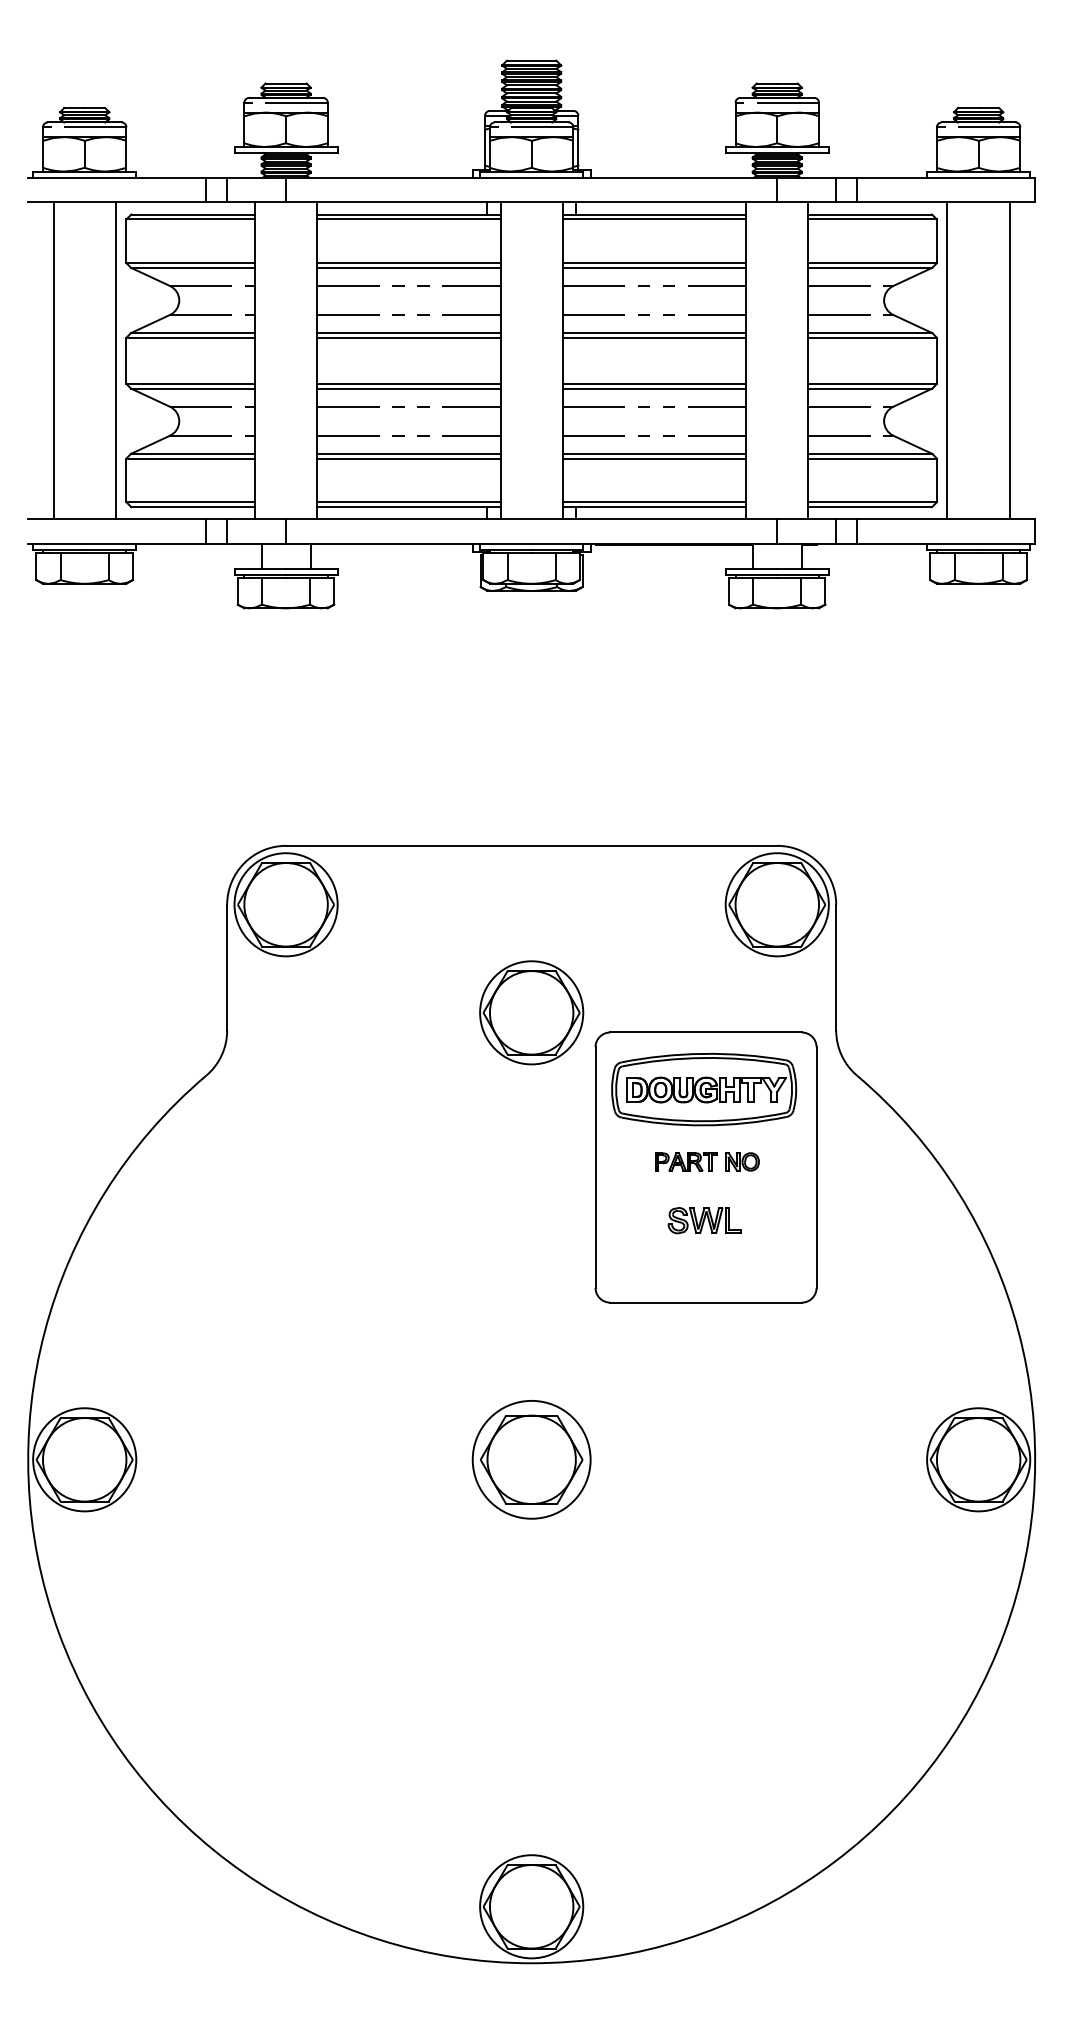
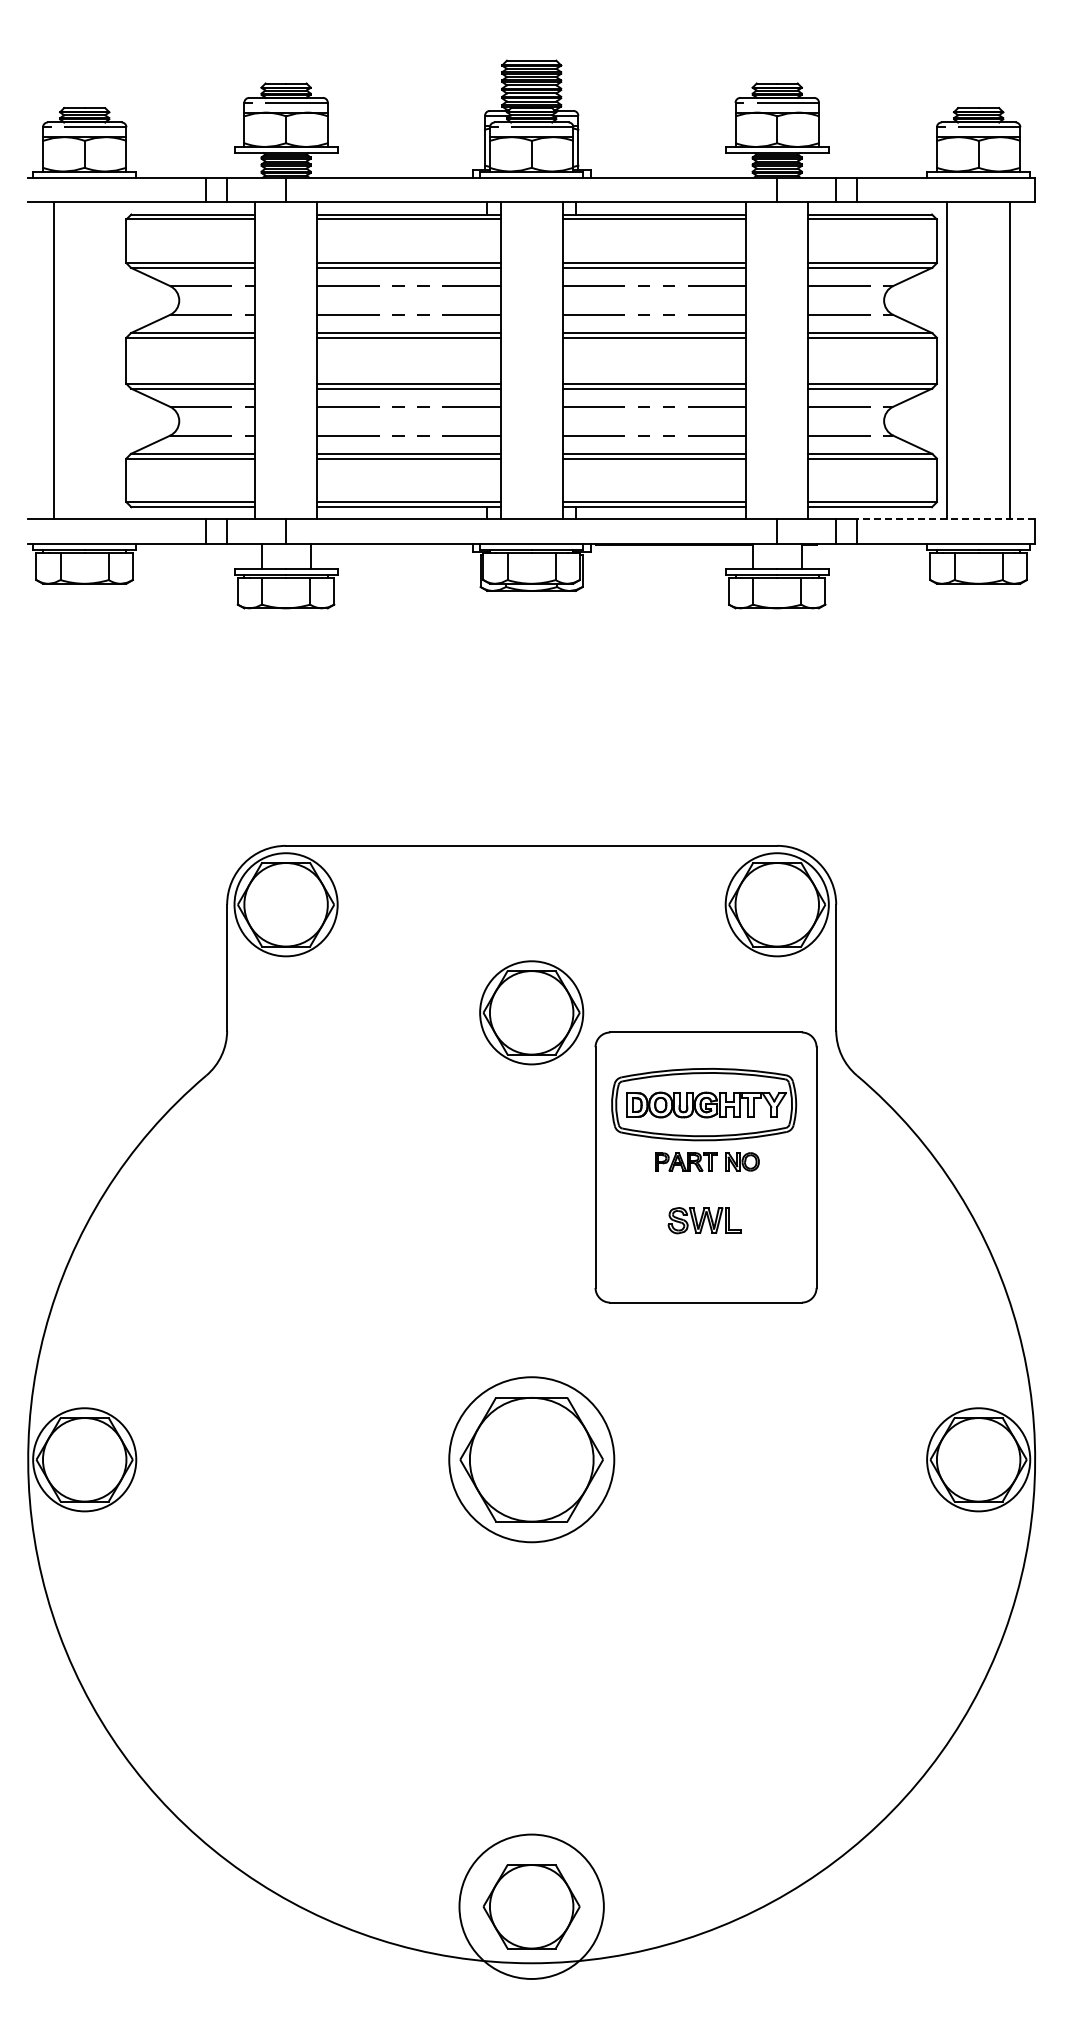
line at (115, 360): present -> none
line at (945, 519): solid -> dashed
part at (704, 1089) position: (704, 1089) -> (704, 1104)
part at (531, 1459) size: 121x120 px -> 168x168 px
circle at (531, 1906) diameter: 103 px -> 144 px
